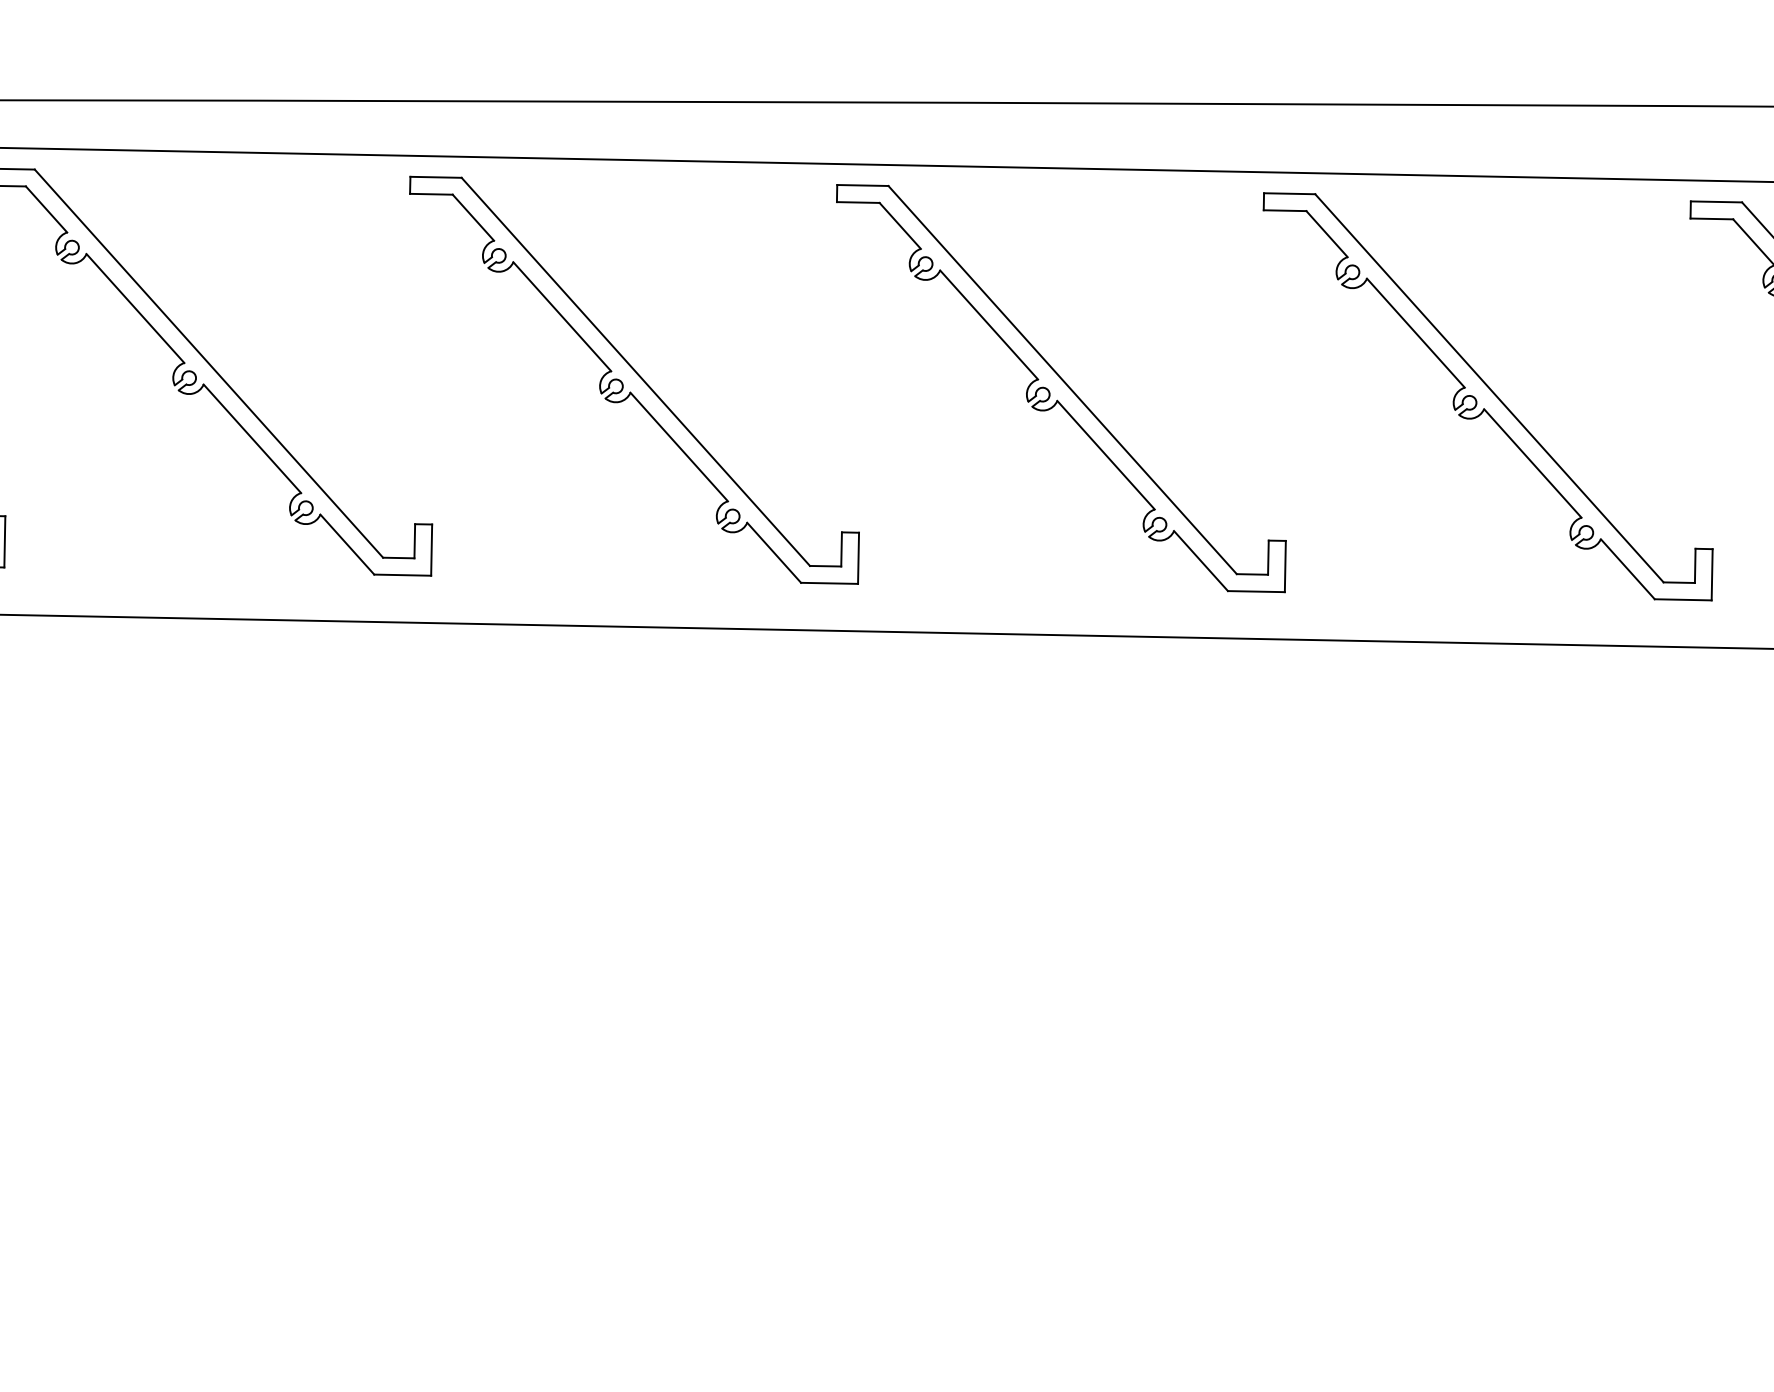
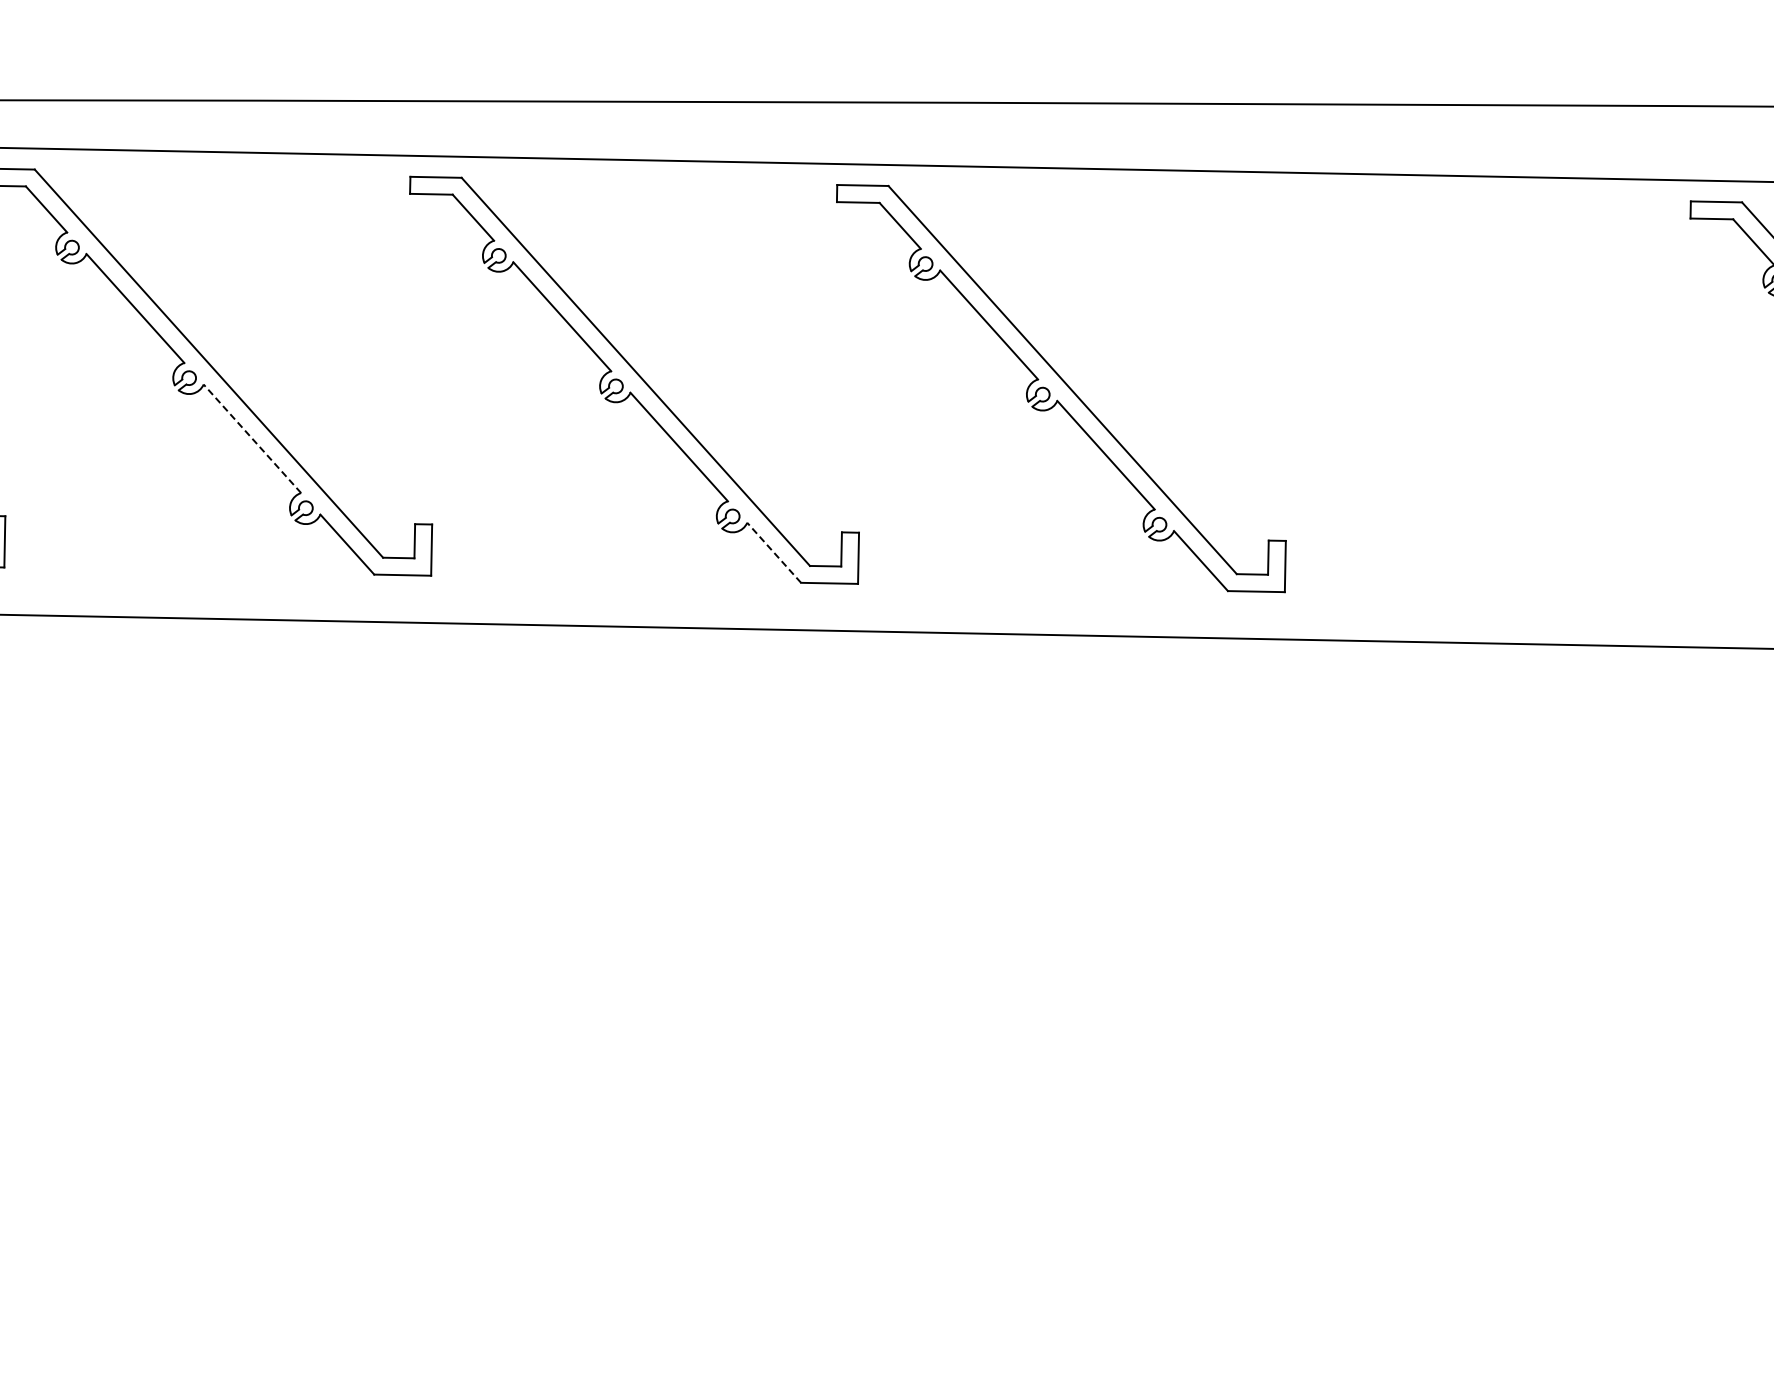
part at (1487, 396): present -> none
line at (252, 438): solid -> dashed
line at (773, 552): solid -> dashed
